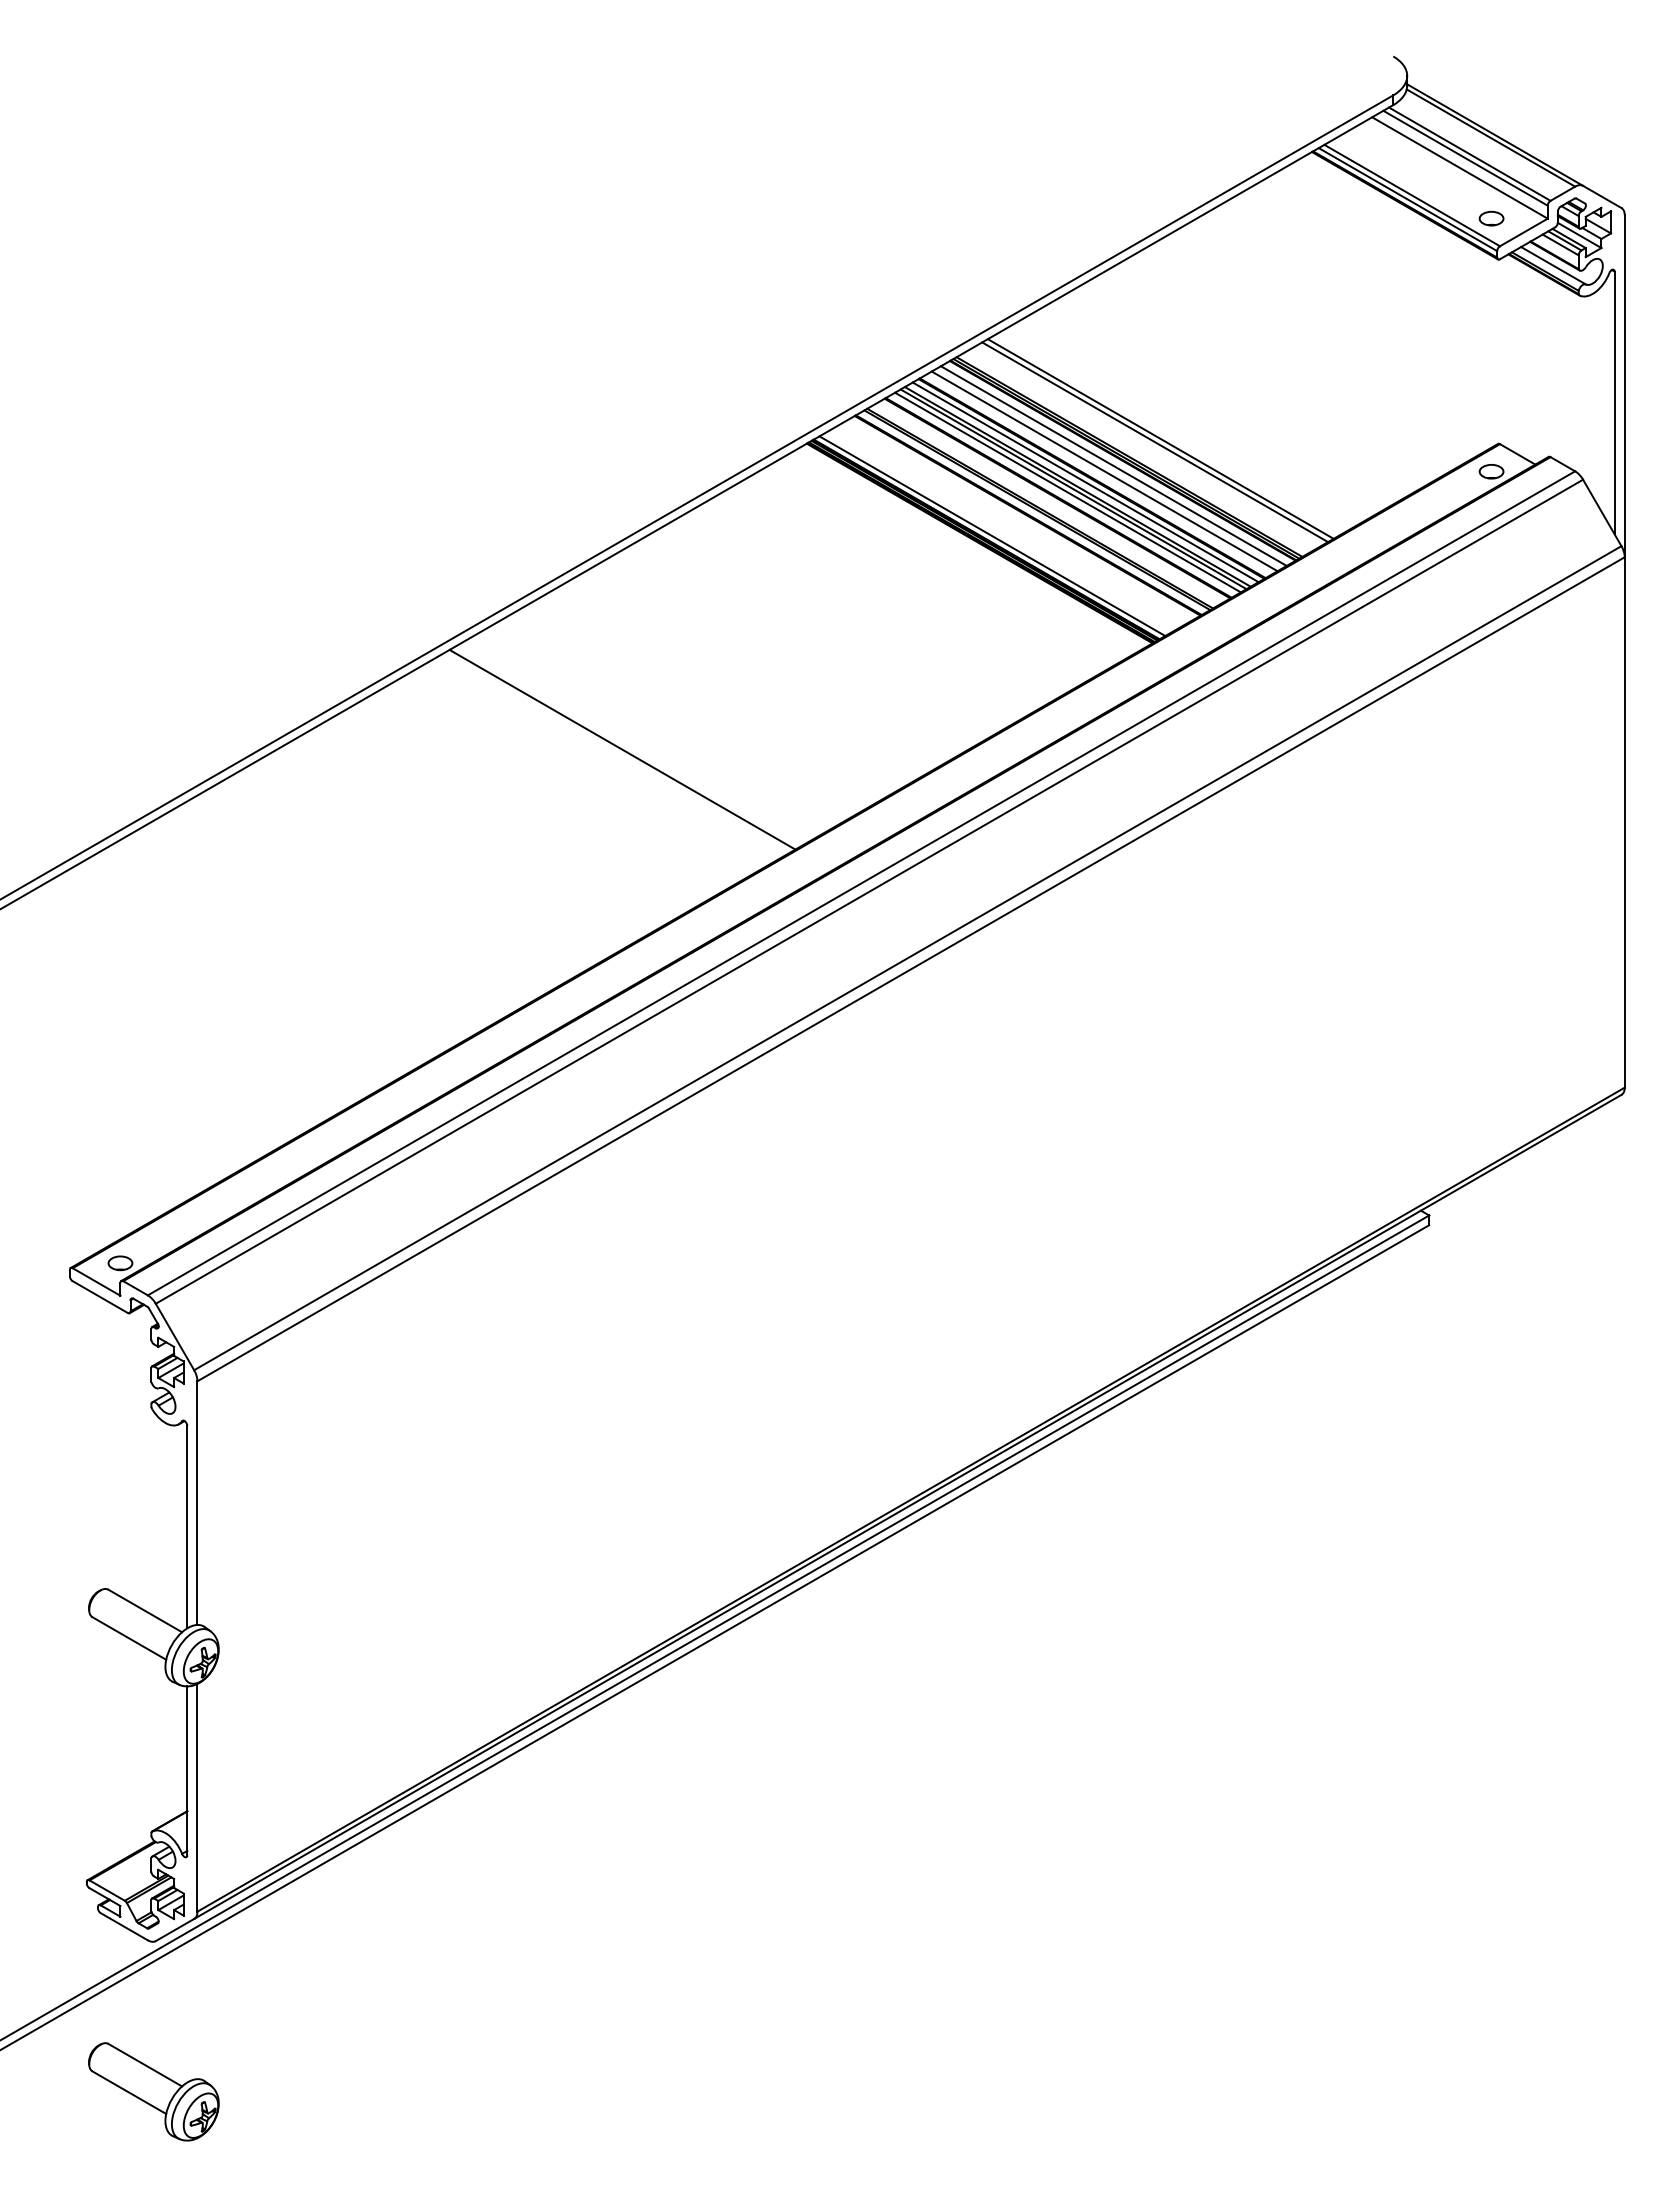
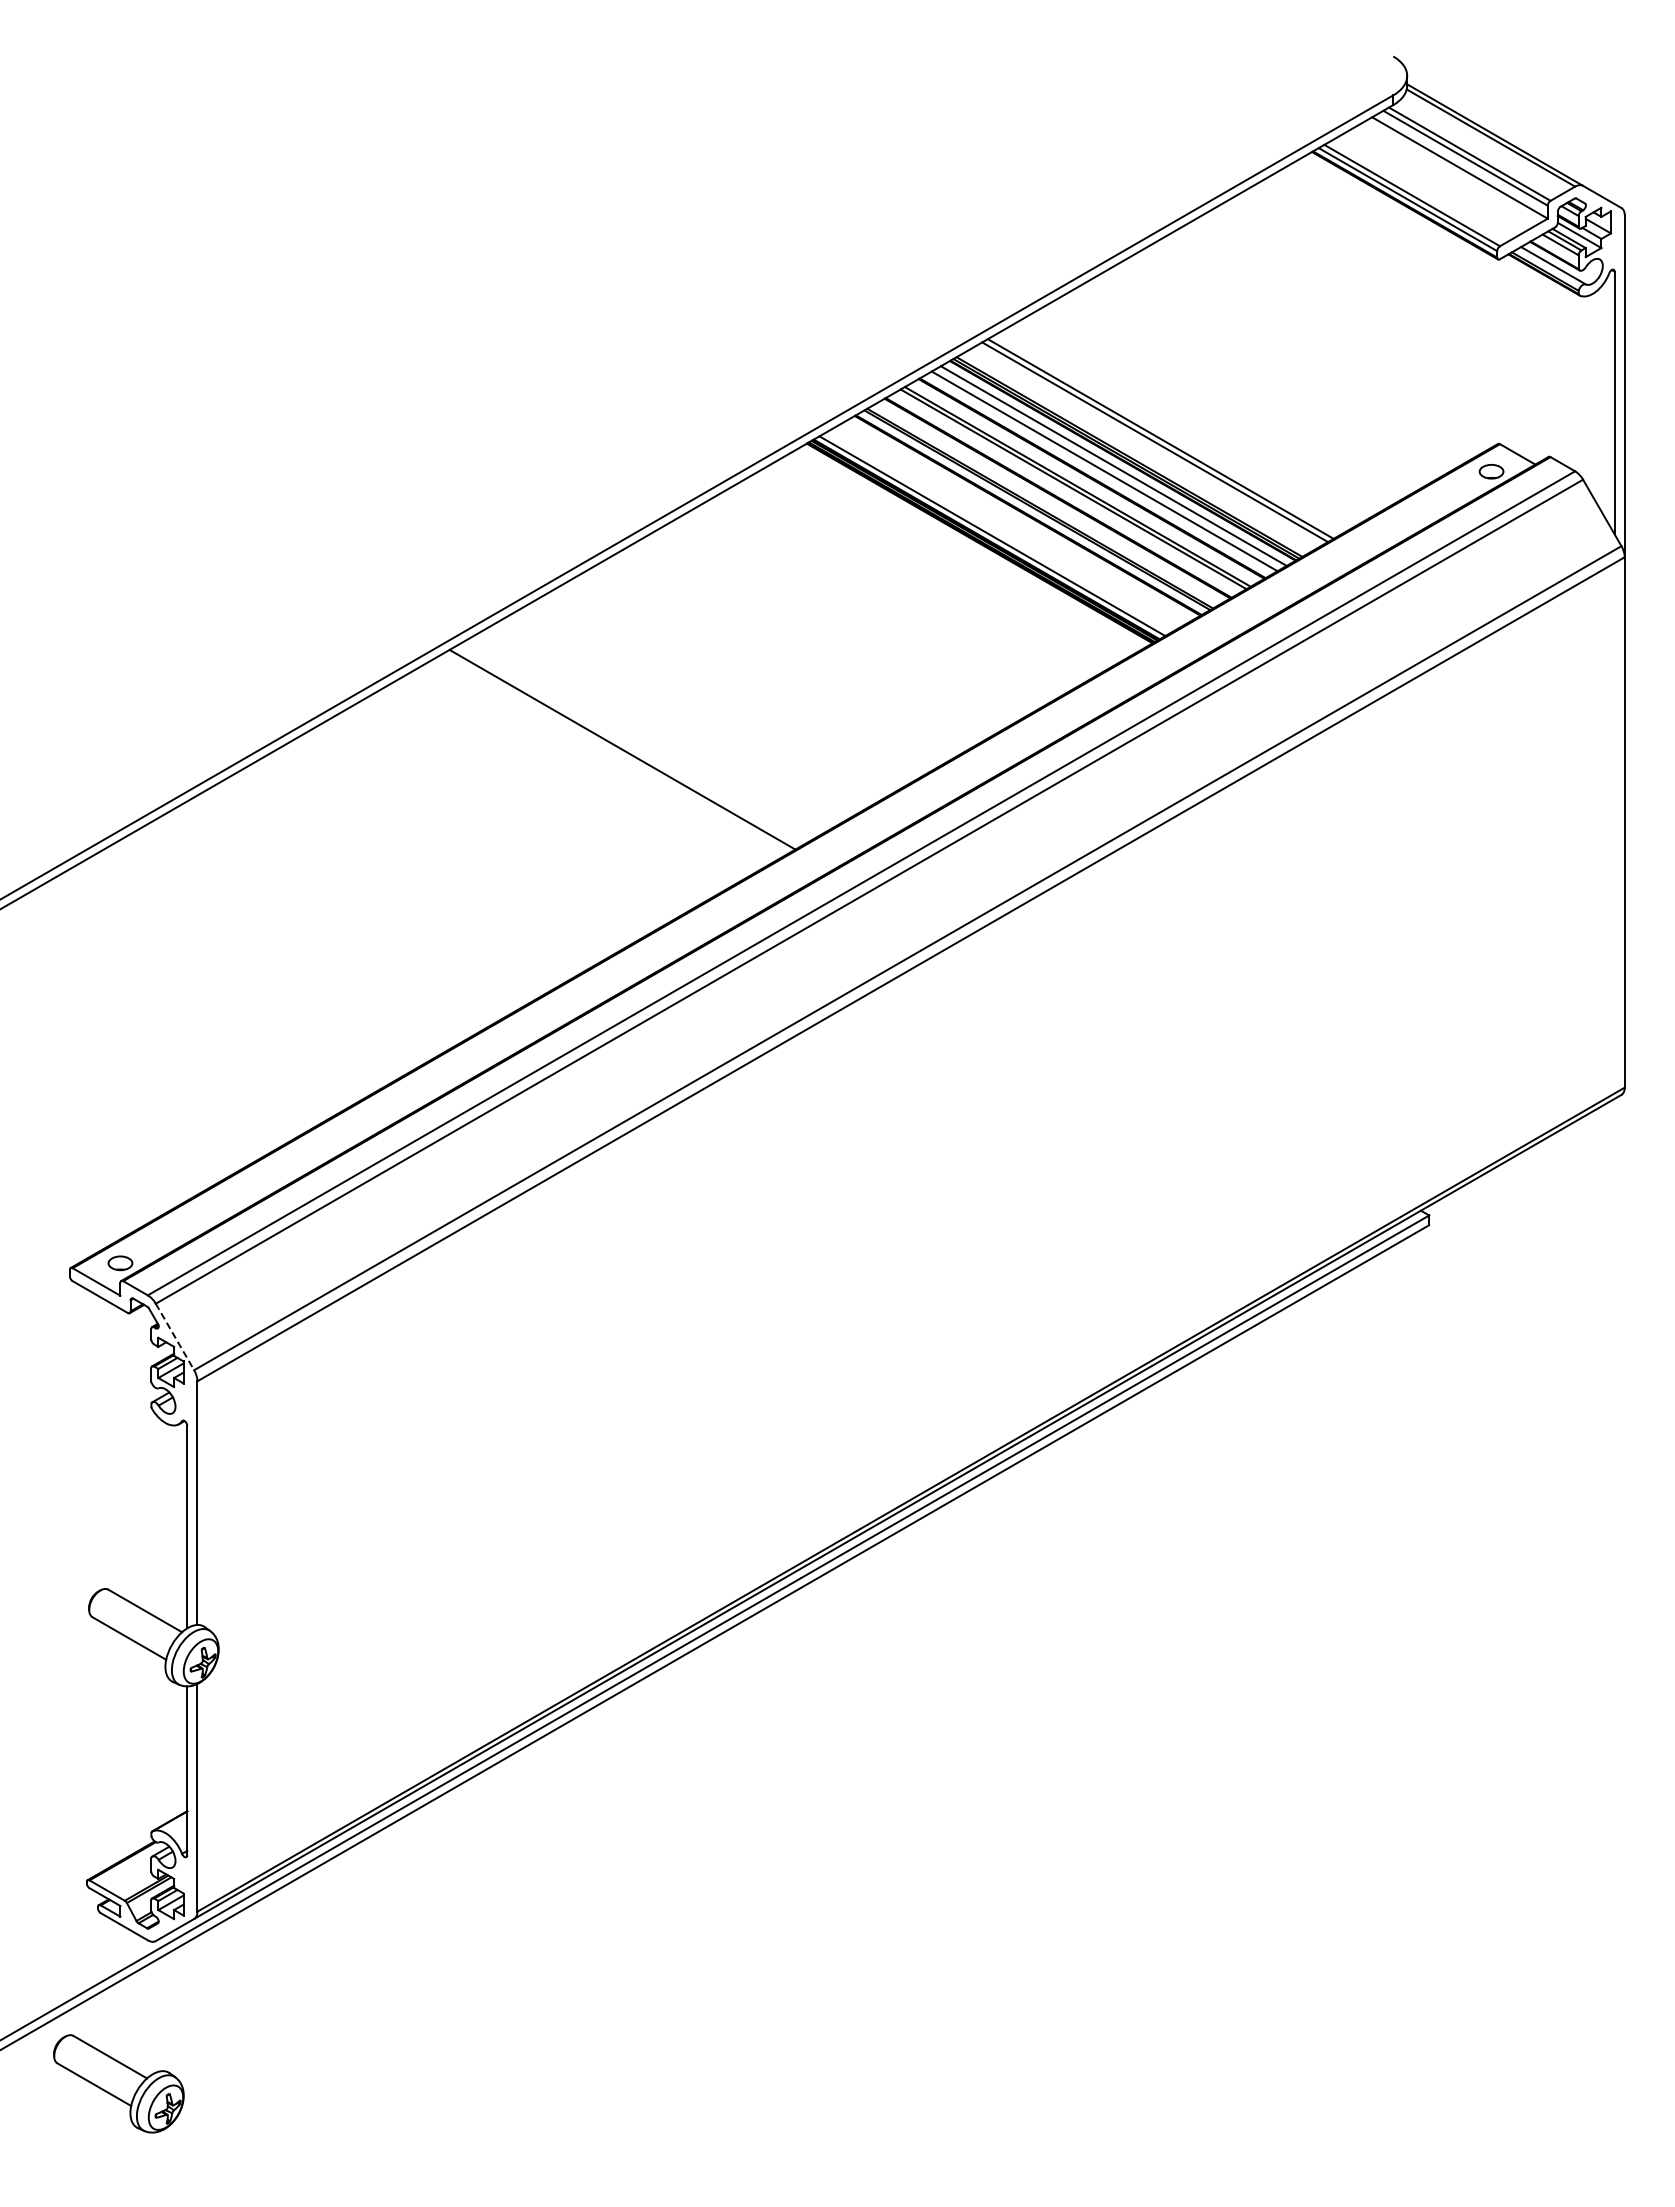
part at (1491, 218): present -> none
line at (1085, 482): present -> none
line at (1067, 492): present -> none
line at (175, 1337): solid -> dashed
part at (153, 2091) position: (153, 2091) -> (118, 2083)
